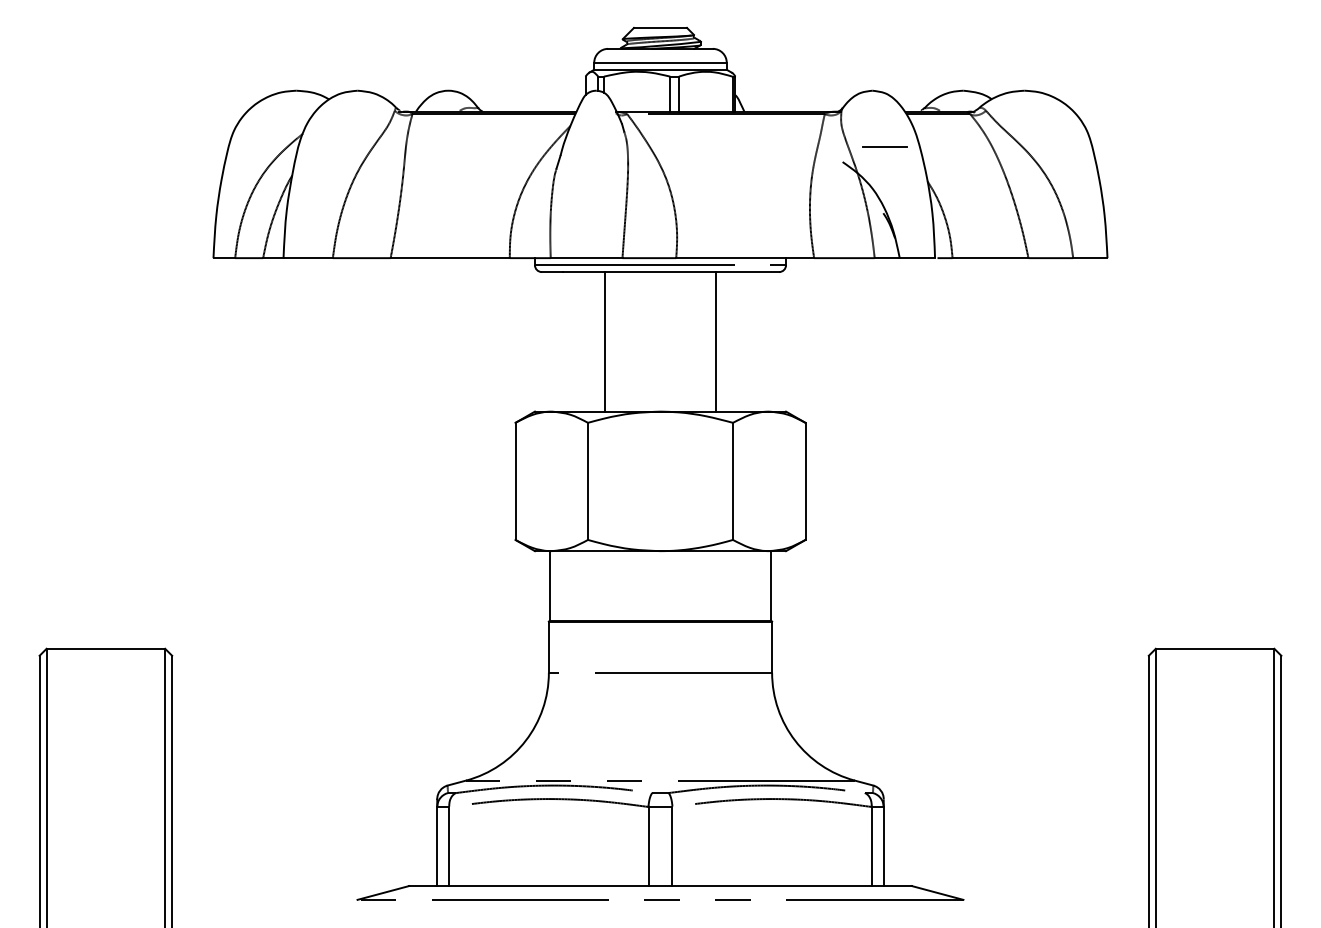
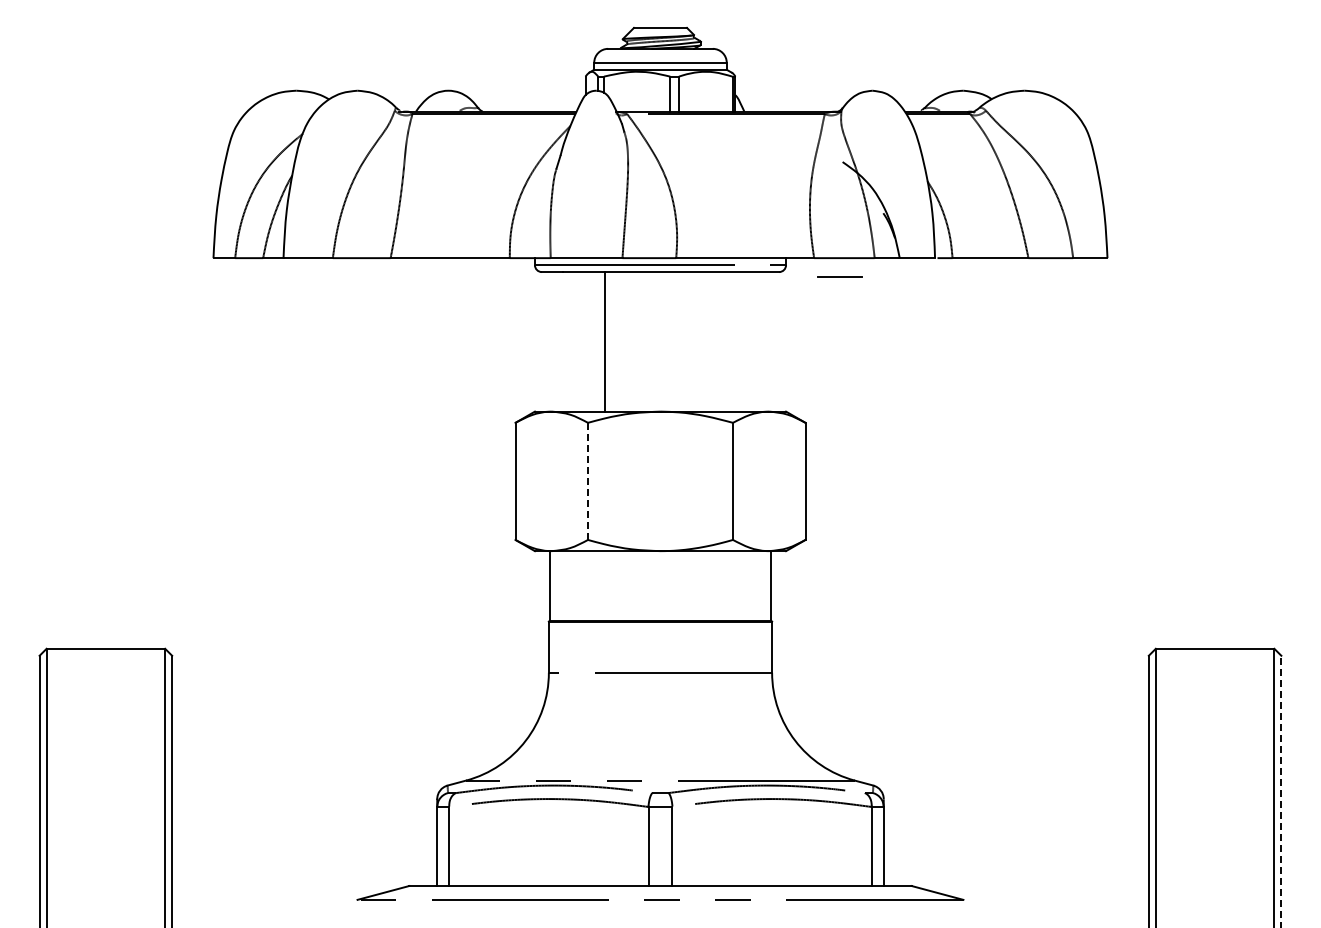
line at (884, 146) position: (884, 146) -> (839, 276)
line at (716, 341): present -> none
line at (588, 481): solid -> dashed
line at (1281, 791): solid -> dashed
